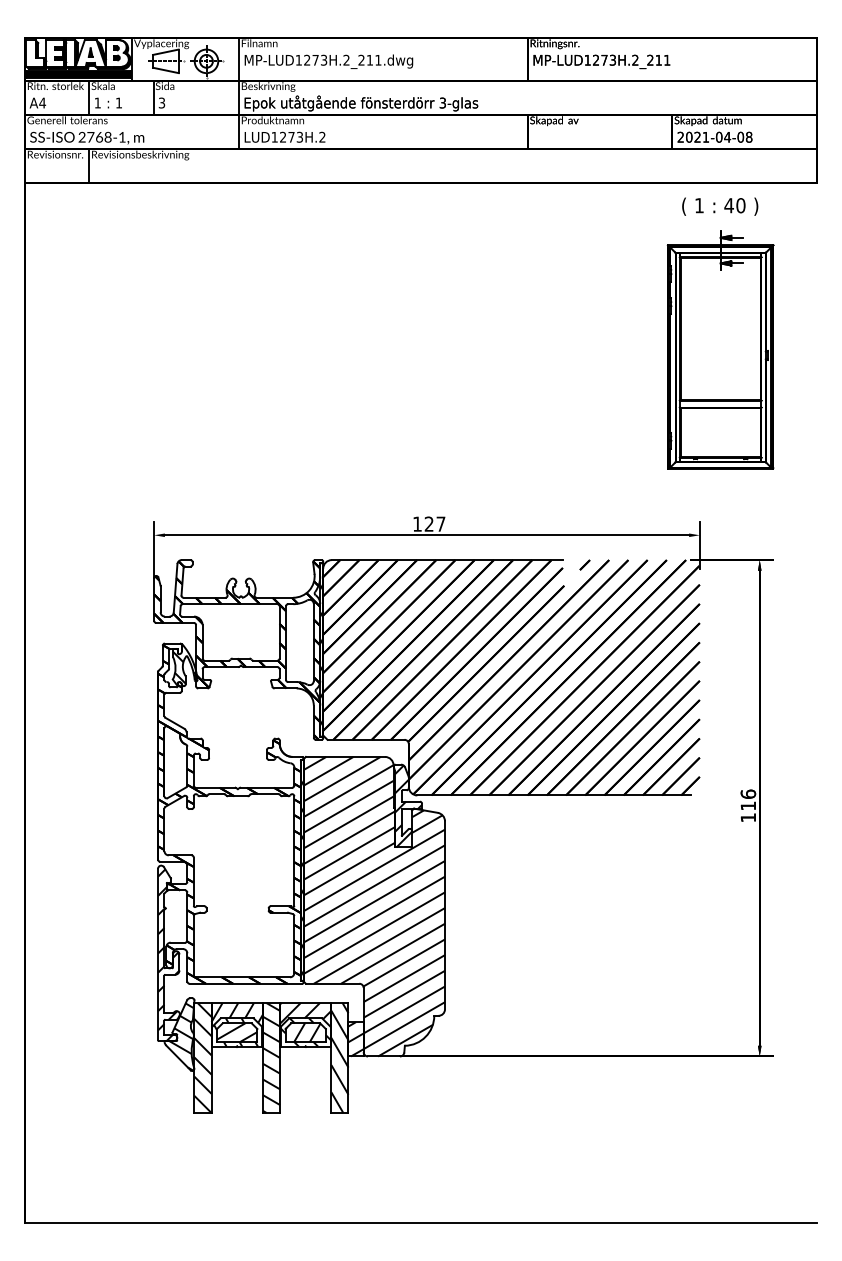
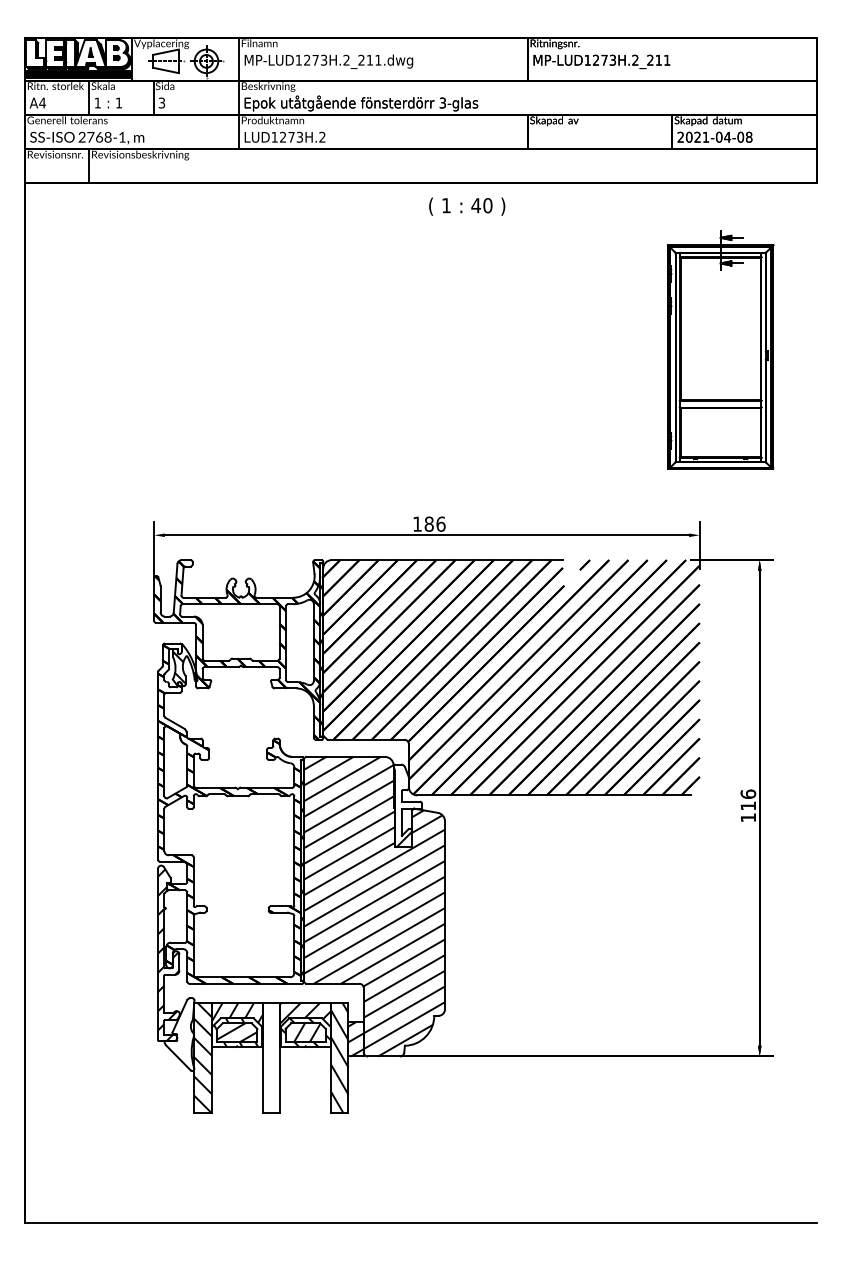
text at (720, 206) position: (720, 206) -> (467, 206)
text at (434, 523): 127 -> 186
hatch at (408, 798): present -> none
hatch at (181, 1036): present -> none
hatch at (271, 1057): present -> none
